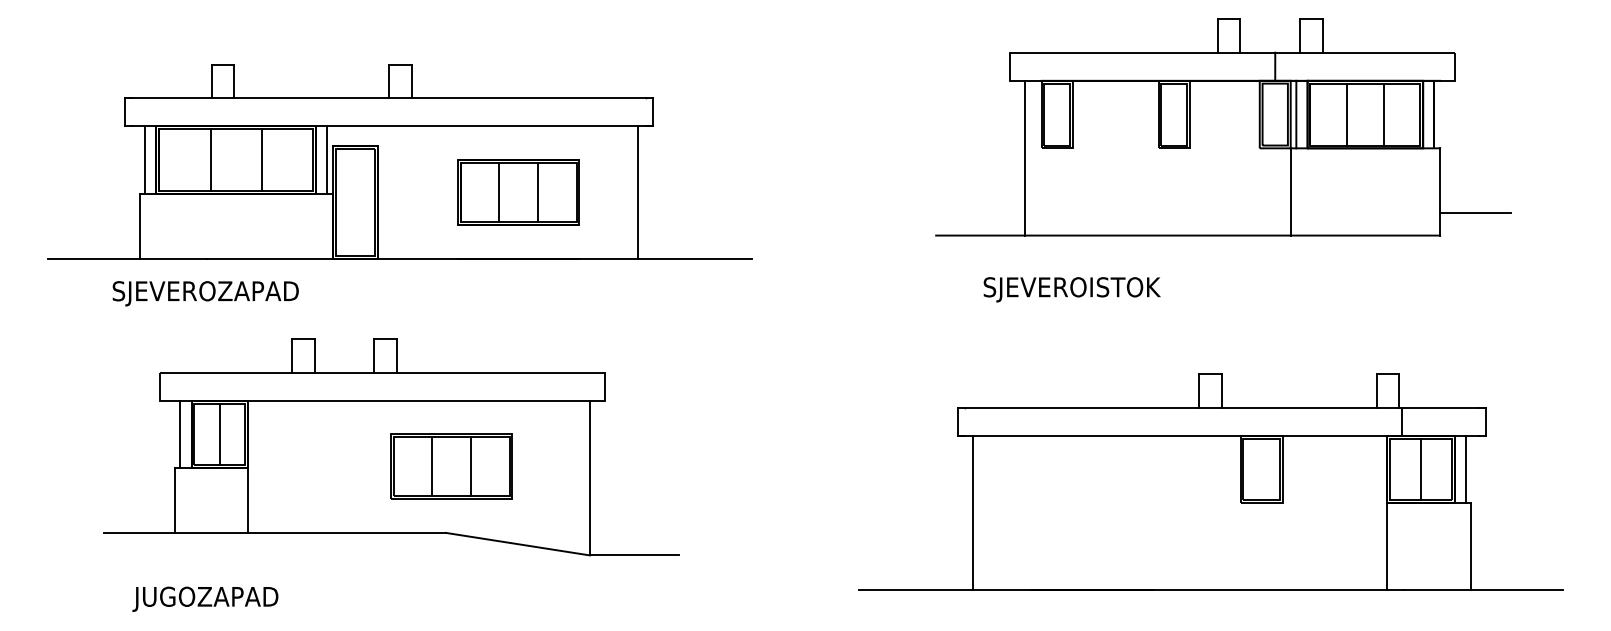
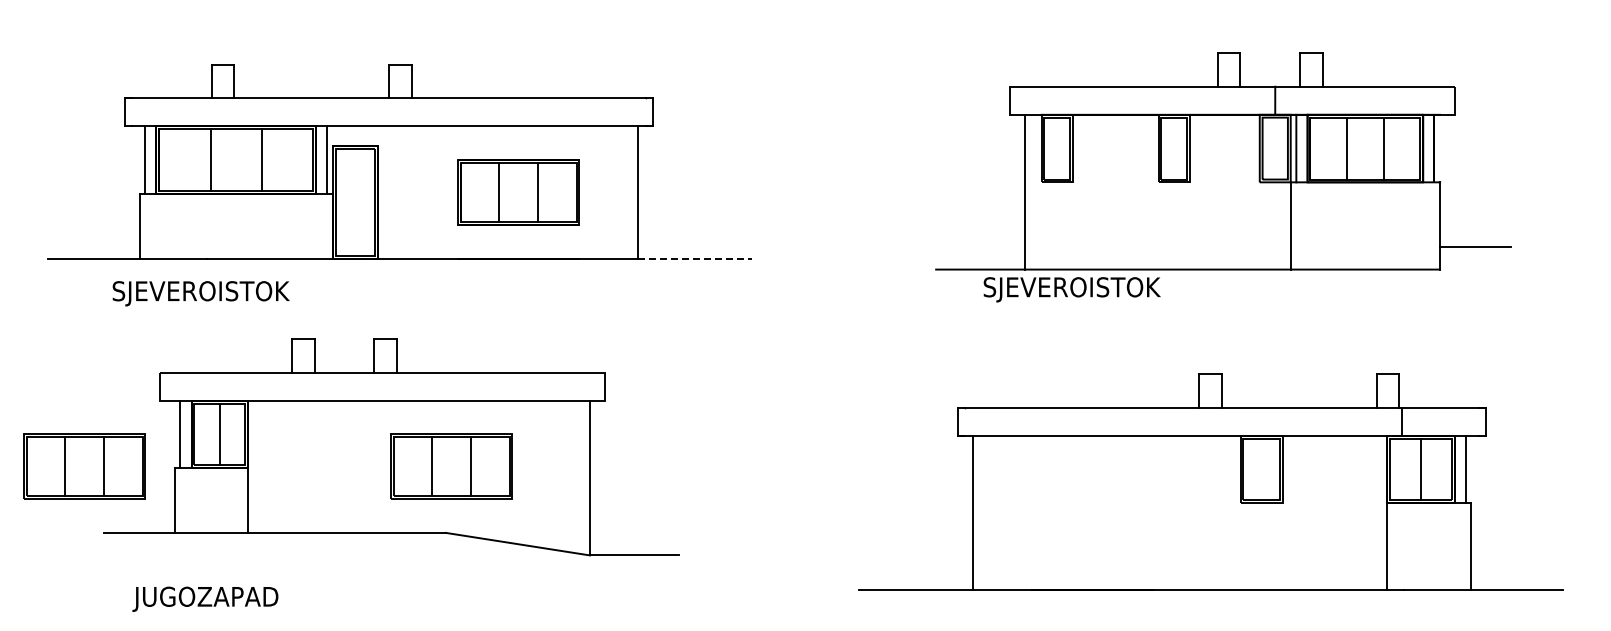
part at (1223, 127) position: (1223, 127) -> (1223, 161)
line at (695, 258): solid -> dashed
text at (258, 291): SJEVEROZAPAD -> SJEVEROISTOK
part at (84, 466): none -> present
